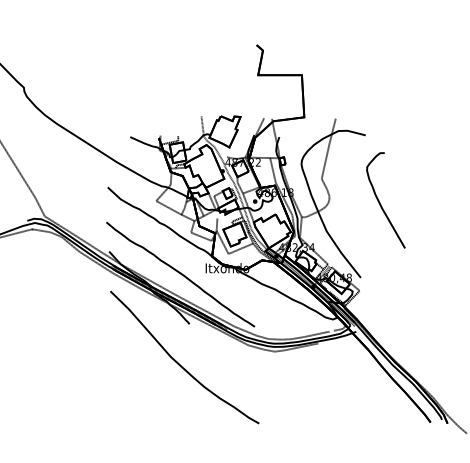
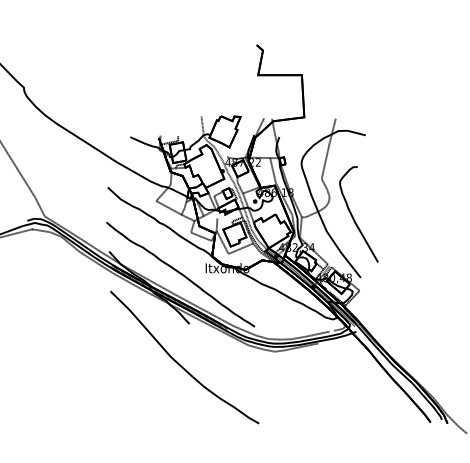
curve at (380, 202) position: (380, 202) -> (353, 216)
